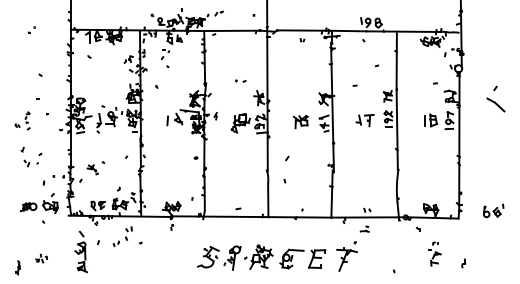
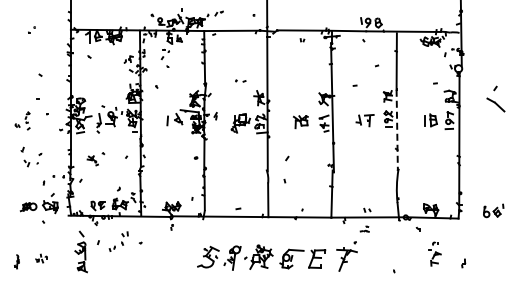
line at (397, 130): solid -> dashed
part at (95, 168) position: (95, 168) -> (95, 159)
part at (122, 236) position: (122, 236) -> (118, 241)
part at (17, 267) position: (17, 267) -> (16, 261)
